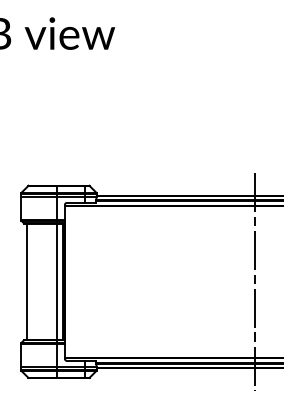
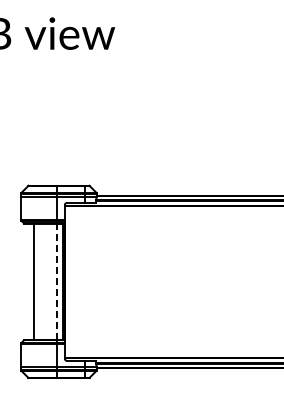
line at (27, 281) position: (27, 281) -> (34, 281)
line at (57, 281): solid -> dashed
line at (254, 281): present -> none
